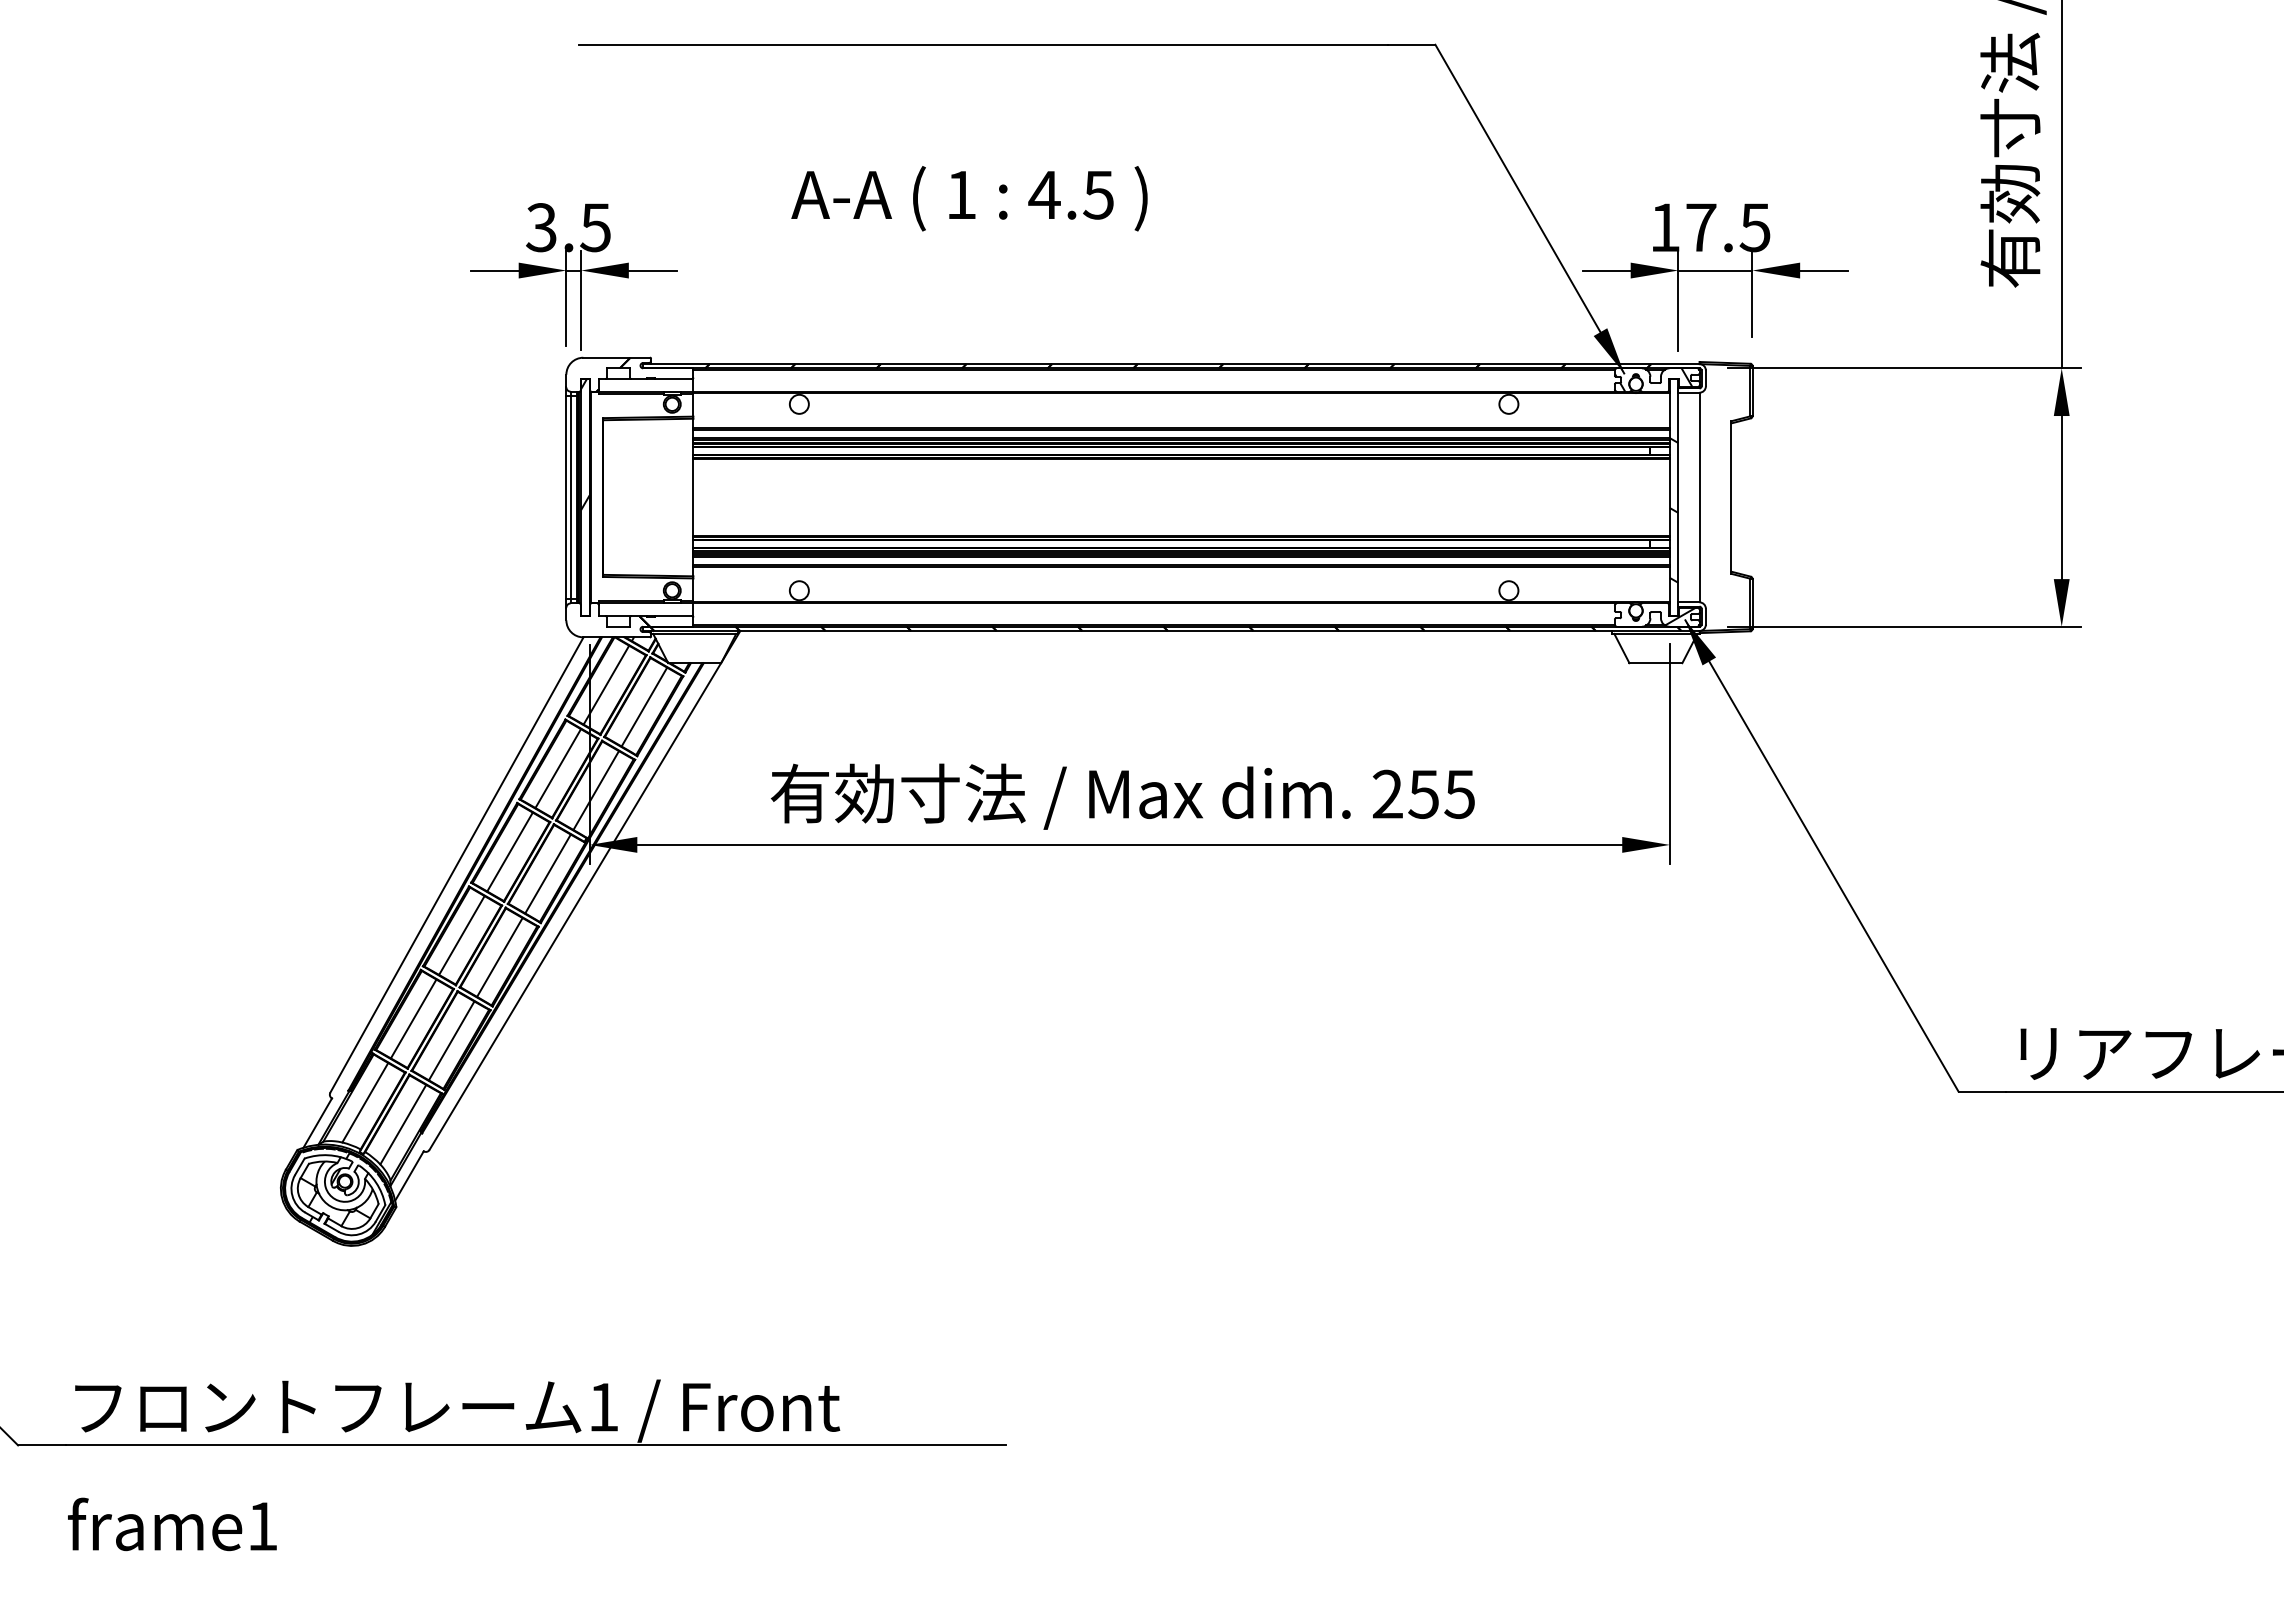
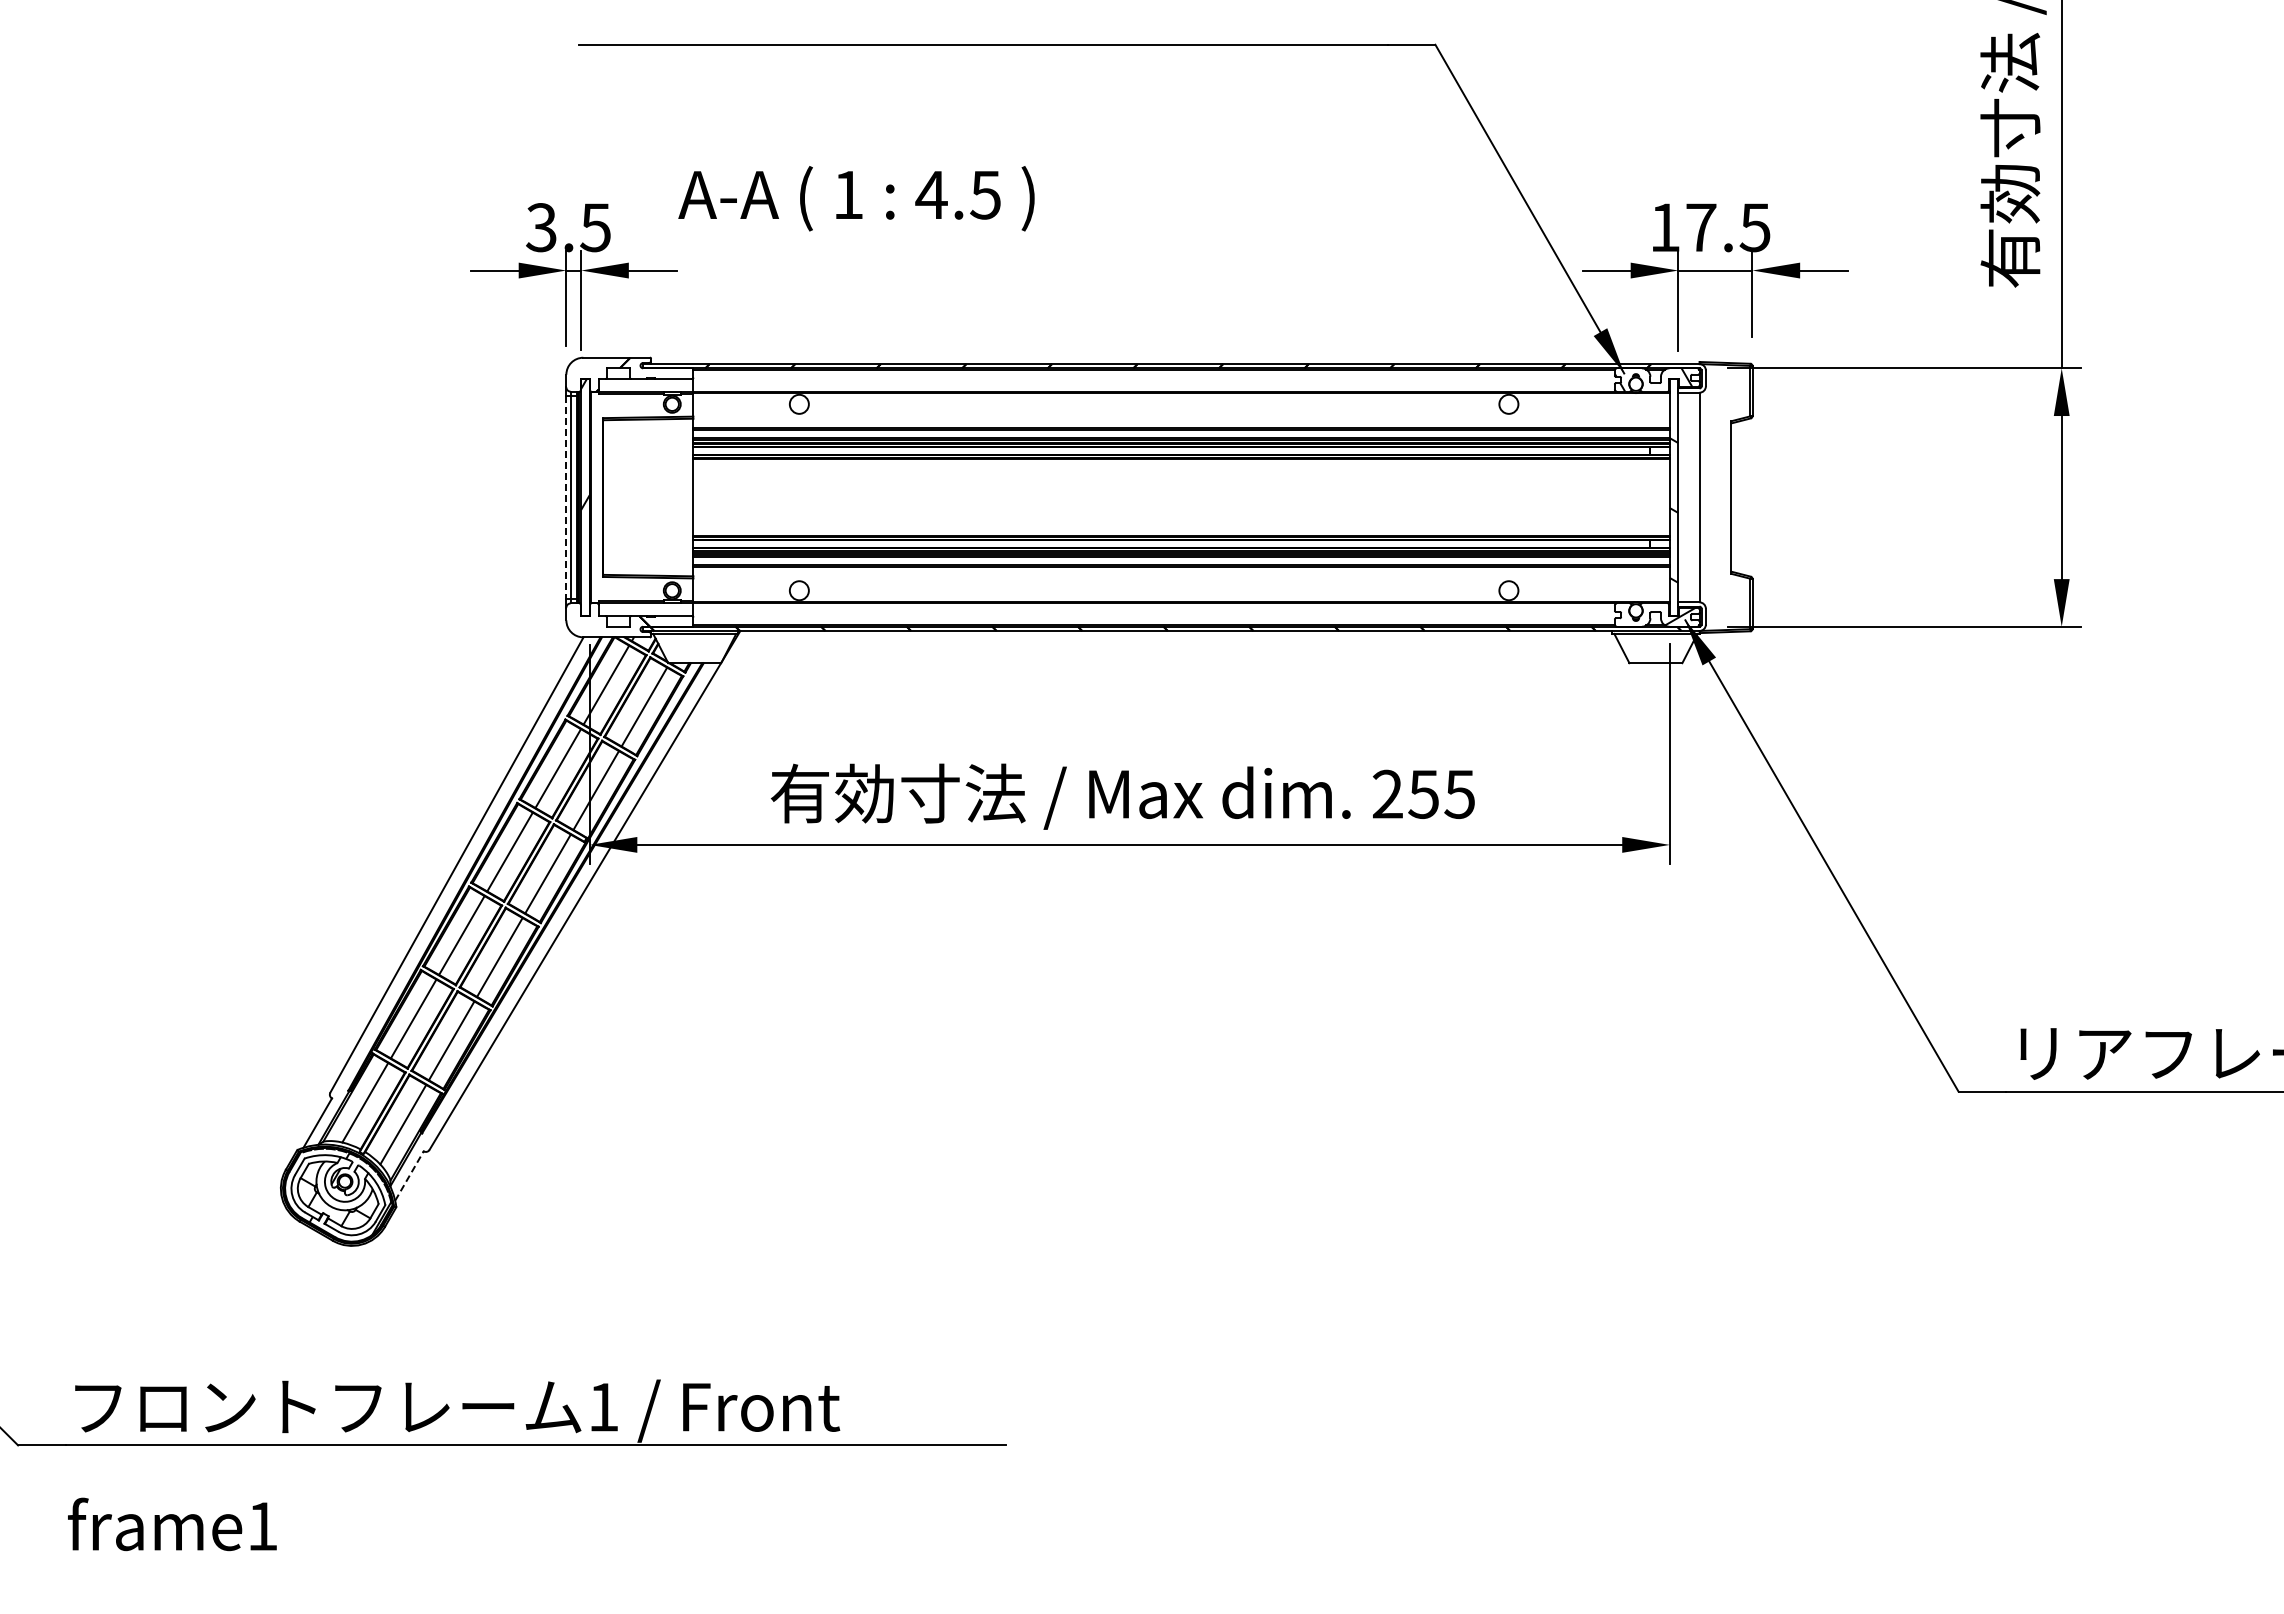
text at (969, 198) position: (969, 198) -> (856, 198)
line at (566, 497): solid -> dashed
line at (409, 1176): solid -> dashed
